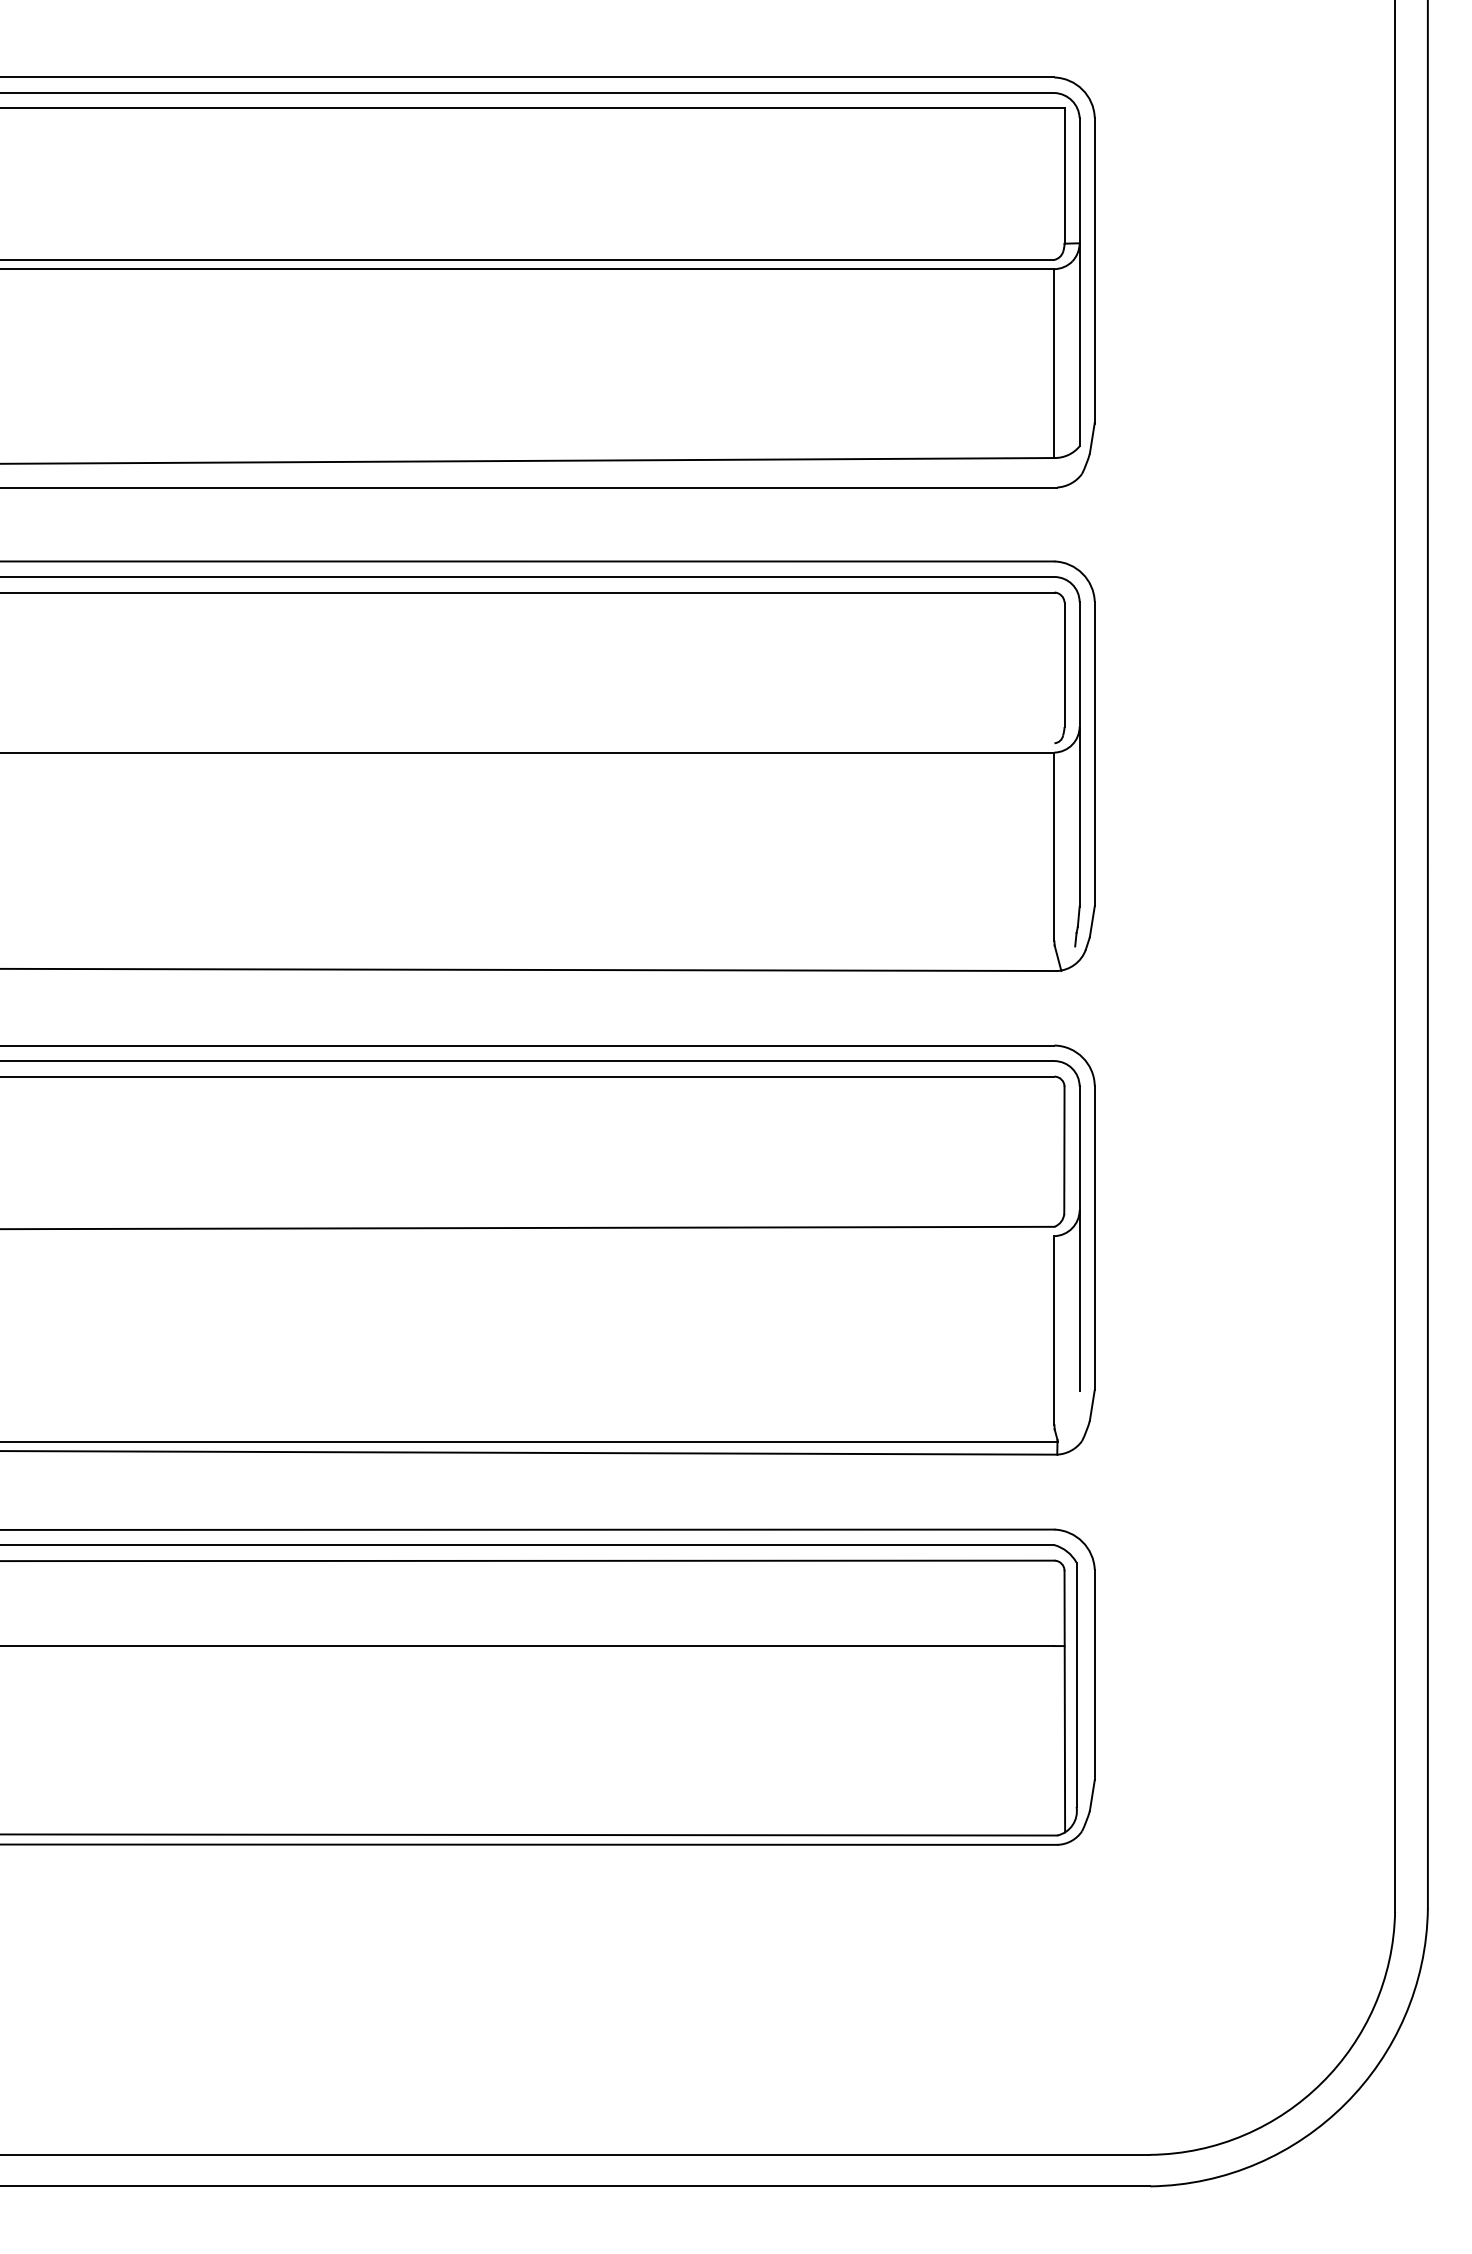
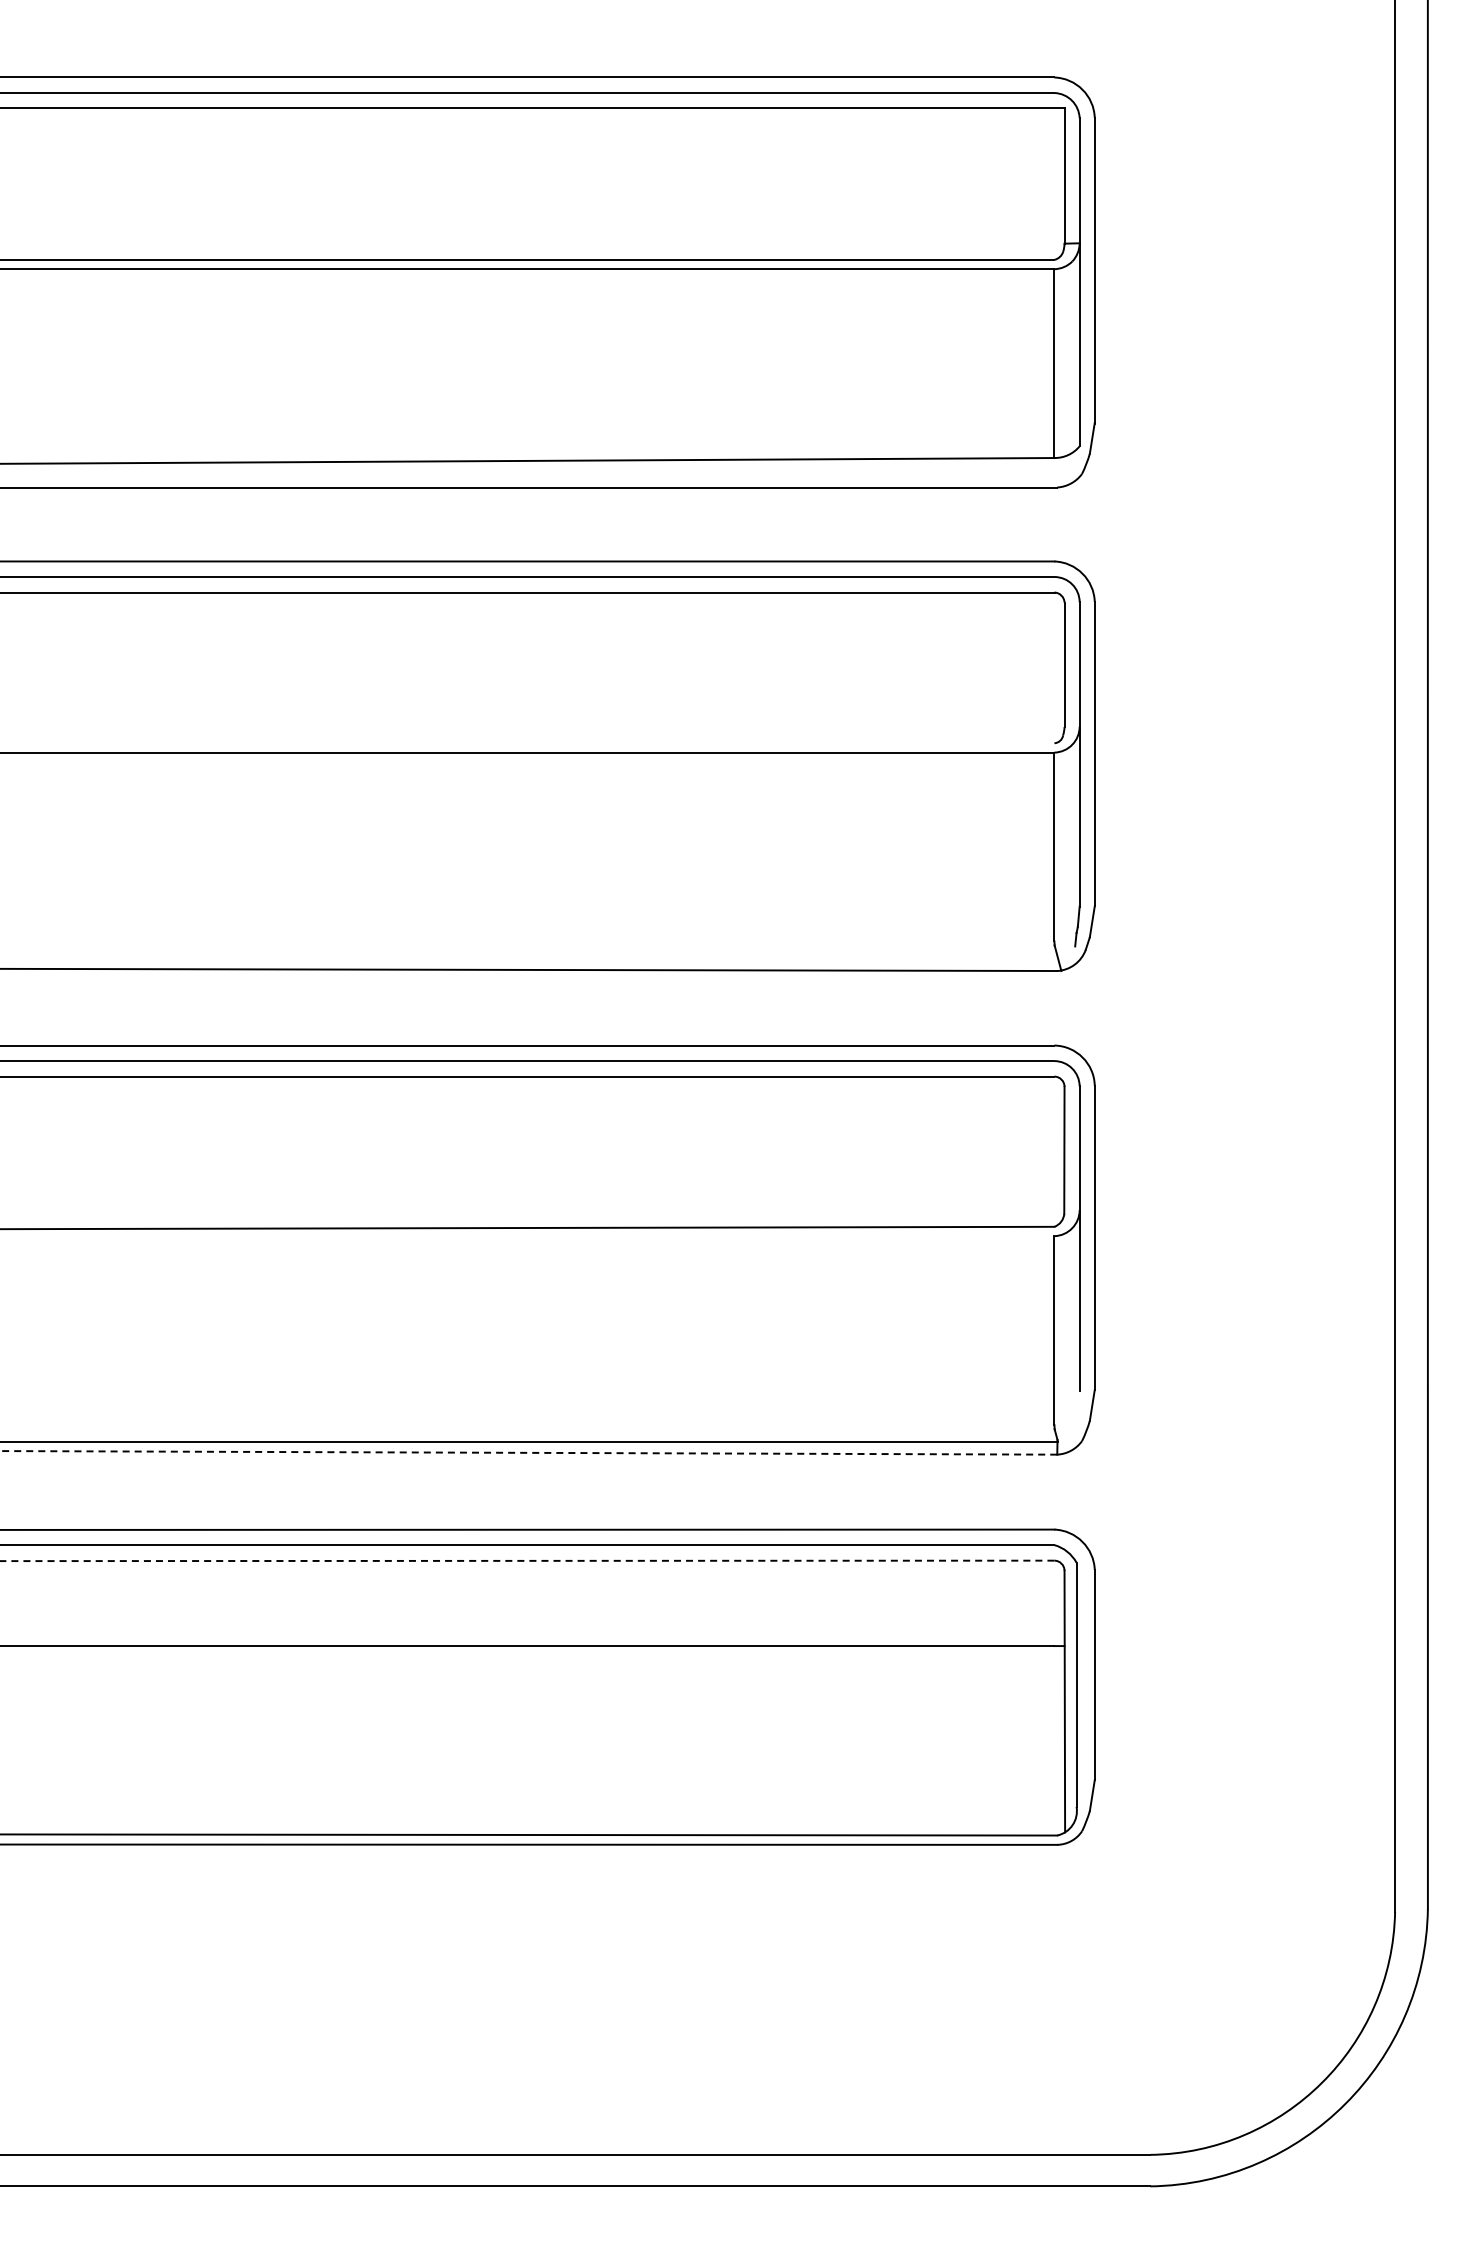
line at (528, 1452): solid -> dashed
line at (527, 1560): solid -> dashed
